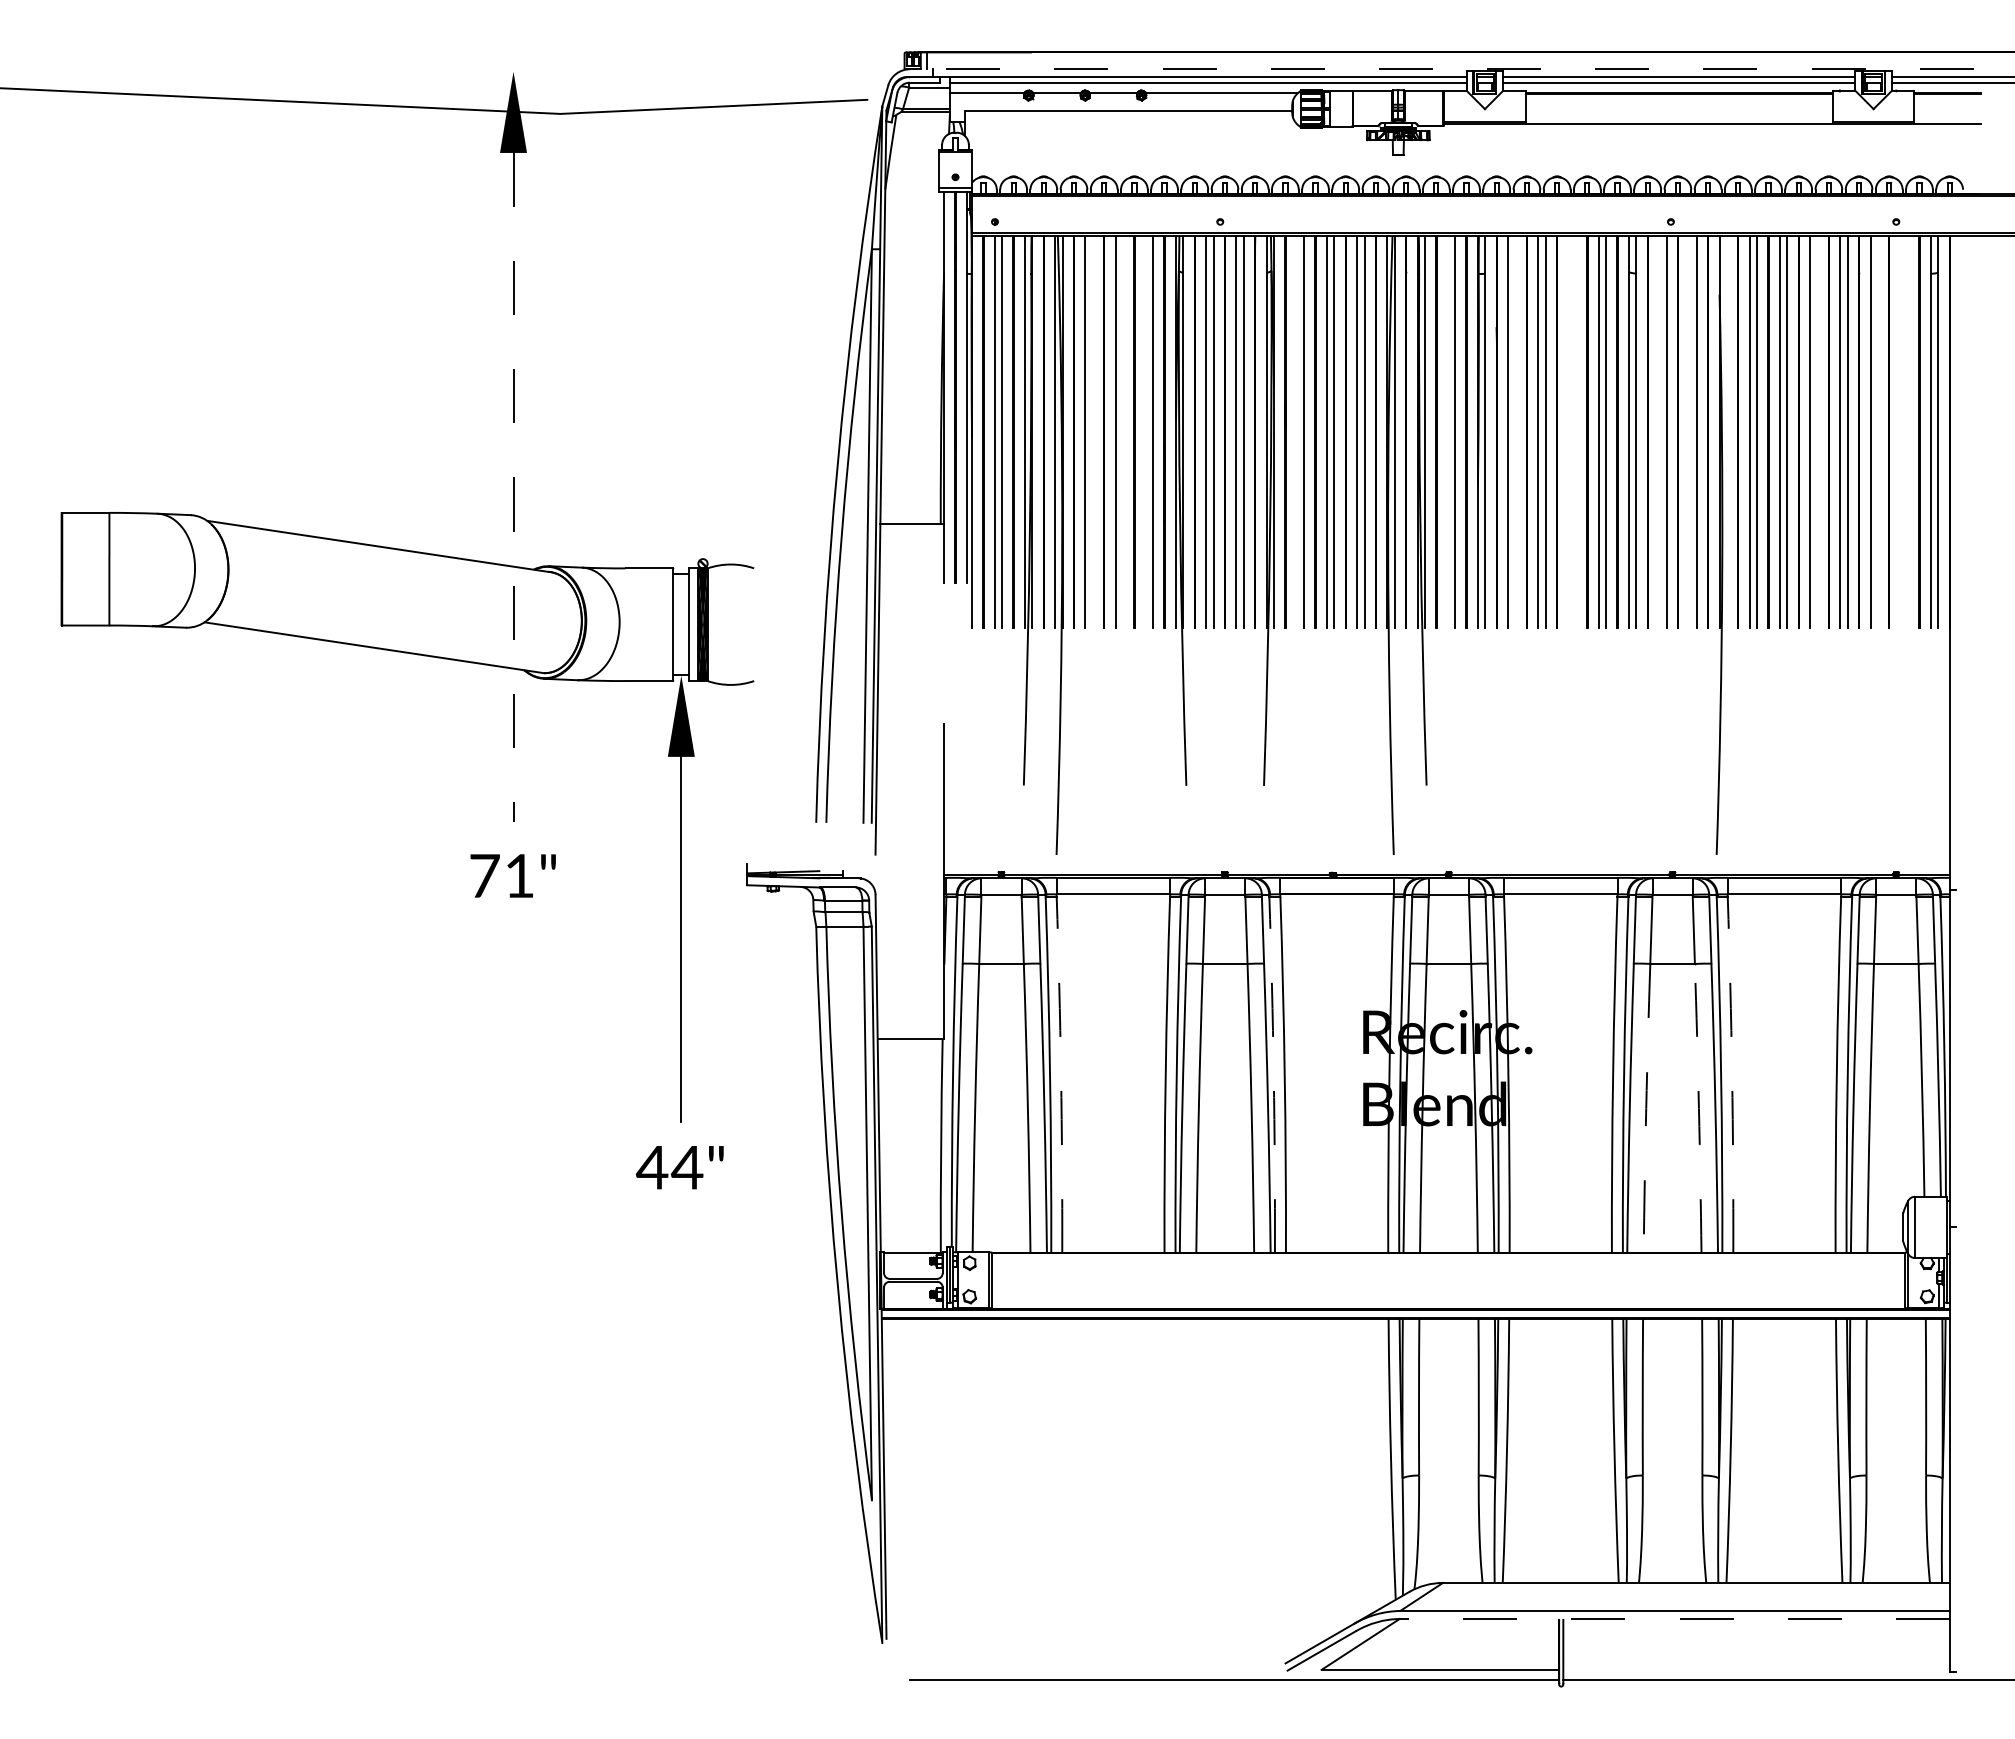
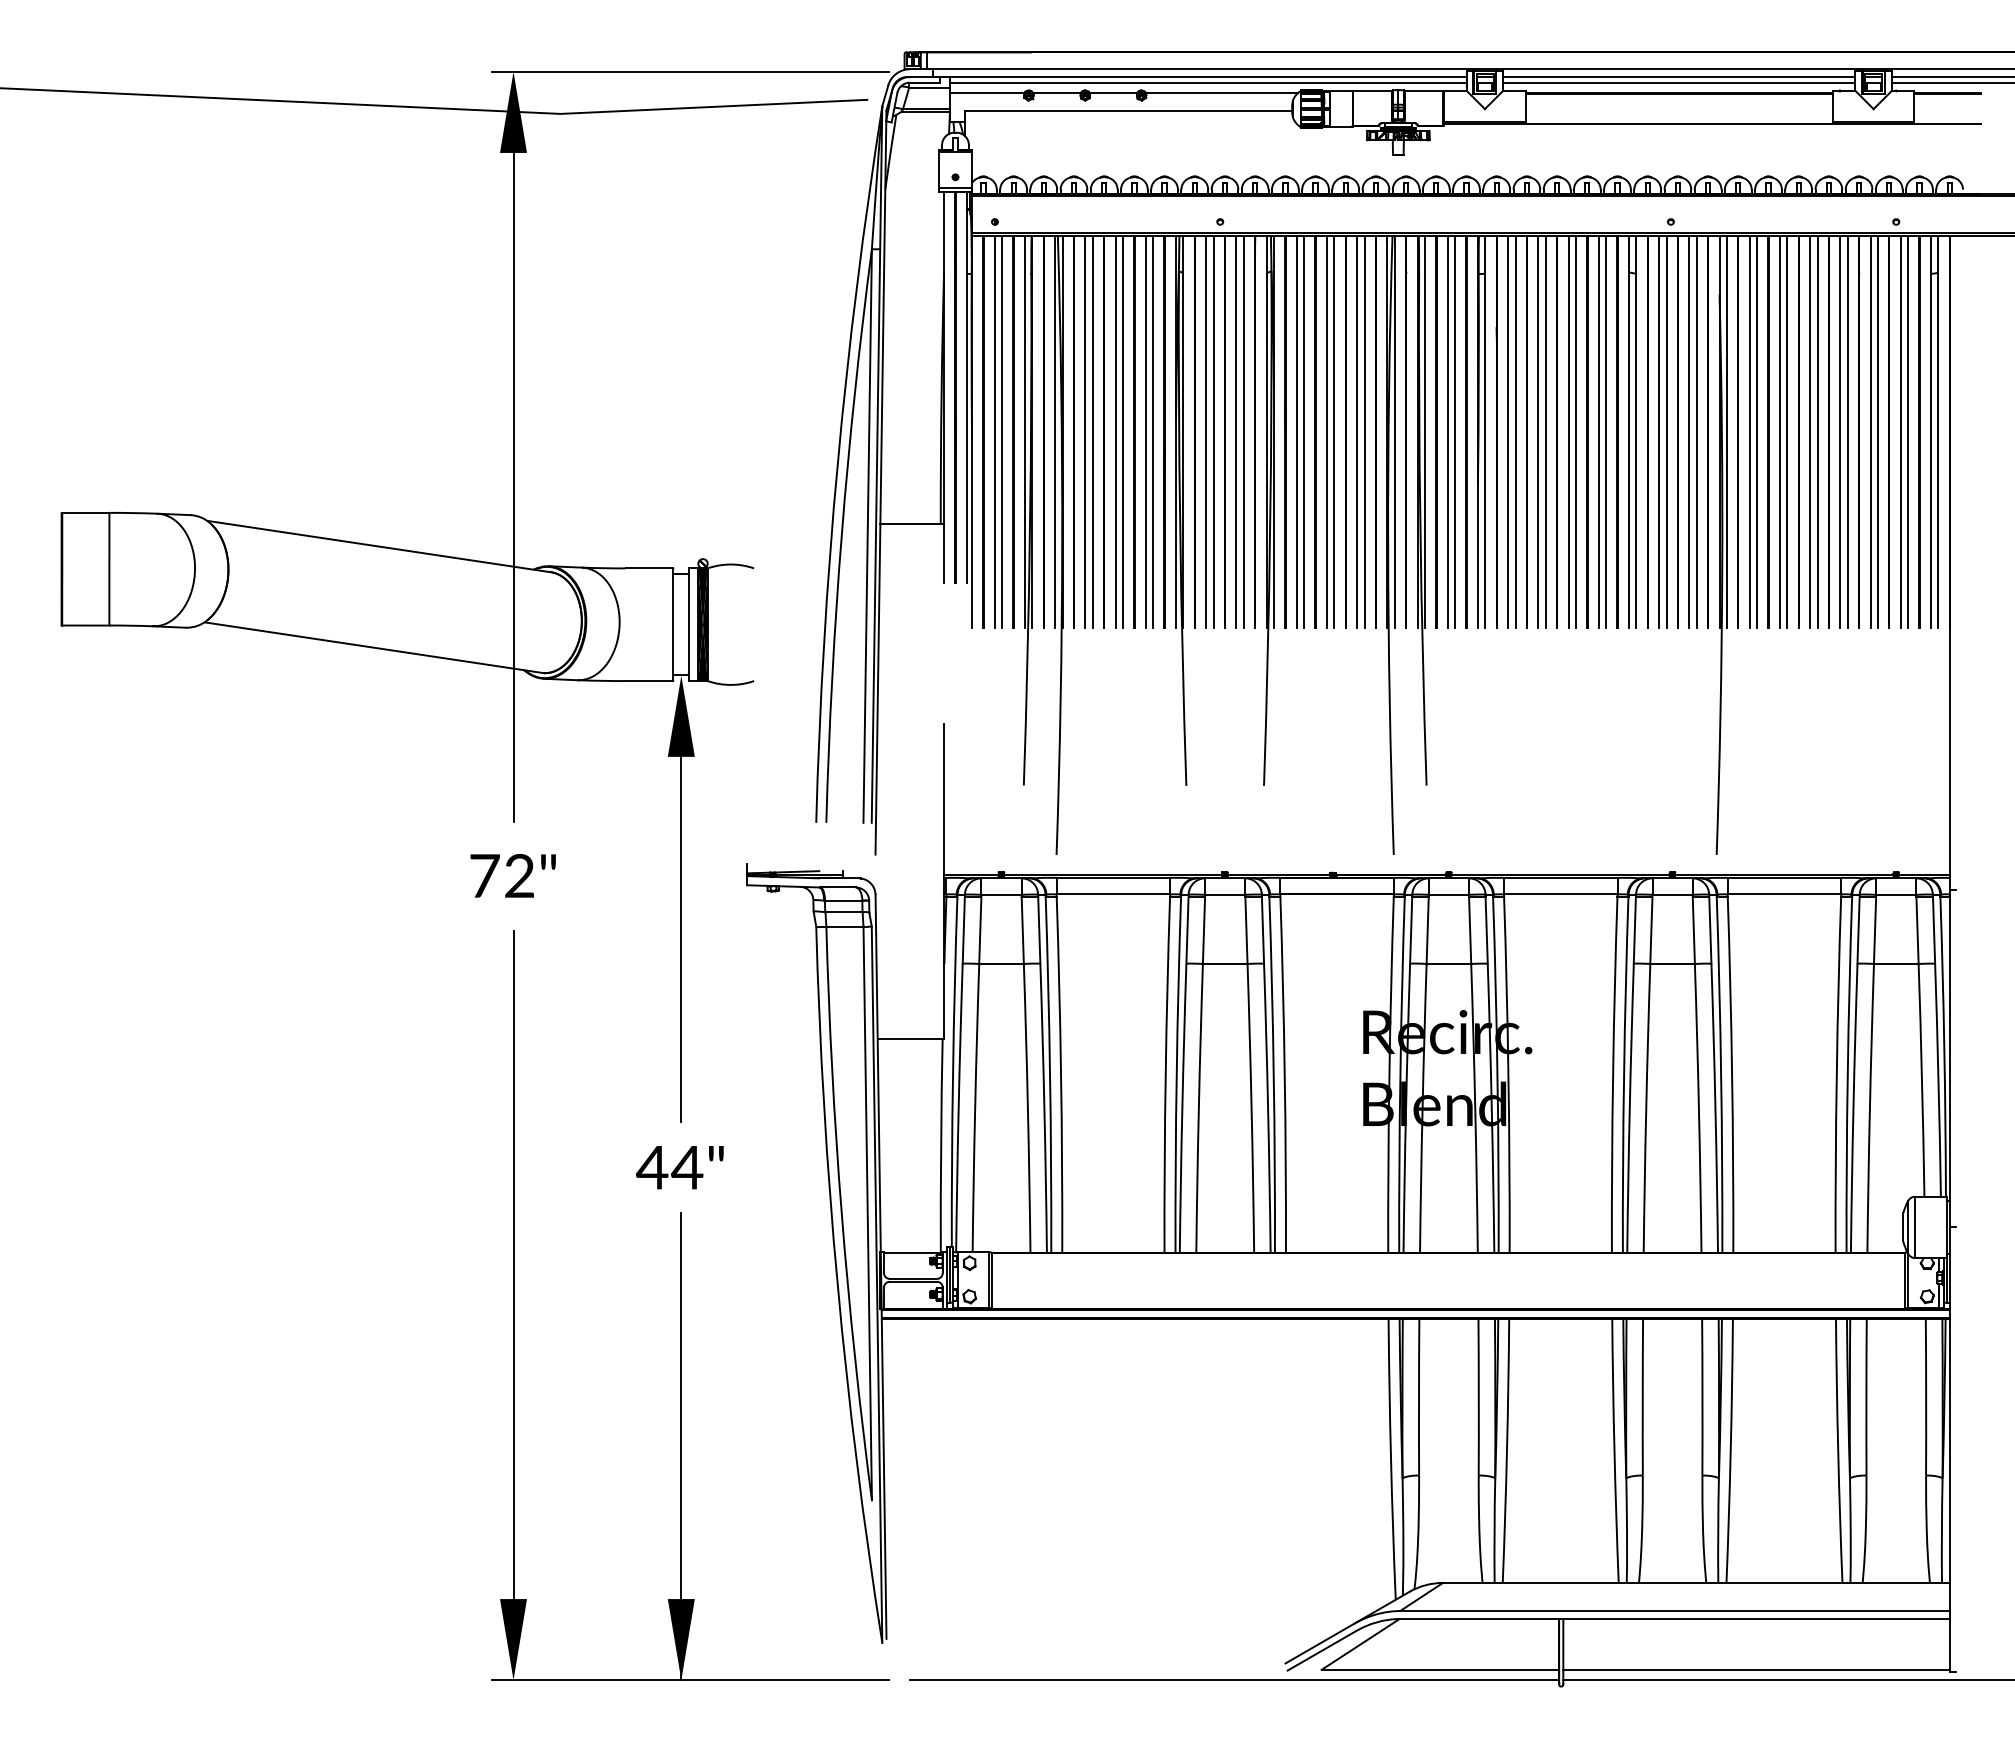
line at (1462, 69): dashed -> solid
line at (690, 71): none -> present
line at (1092, 432): none -> present
line at (1123, 432): none -> present
line at (1145, 432): none -> present
line at (1296, 432): none -> present
line at (1447, 432): none -> present
line at (1515, 432): none -> present
line at (1568, 432): none -> present
line at (1575, 432): none -> present
line at (1659, 432): none -> present
line at (1689, 432): none -> present
line at (1726, 432): none -> present
line at (1817, 432): none -> present
line at (1877, 432): none -> present
line at (1900, 432): none -> present
line at (1908, 432): none -> present
line at (513, 487): dashed -> solid
text at (519, 875): 71" -> 72"
arc at (1061, 1075): dashed -> solid
arc at (1273, 1075): dashed -> solid
arc at (1732, 1075): dashed -> solid
arc at (1646, 1108): dashed -> solid
arc at (1698, 1108): dashed -> solid
part at (681, 1305): none -> present
line at (1674, 1618): dashed -> solid
line at (1756, 1669): none -> present
